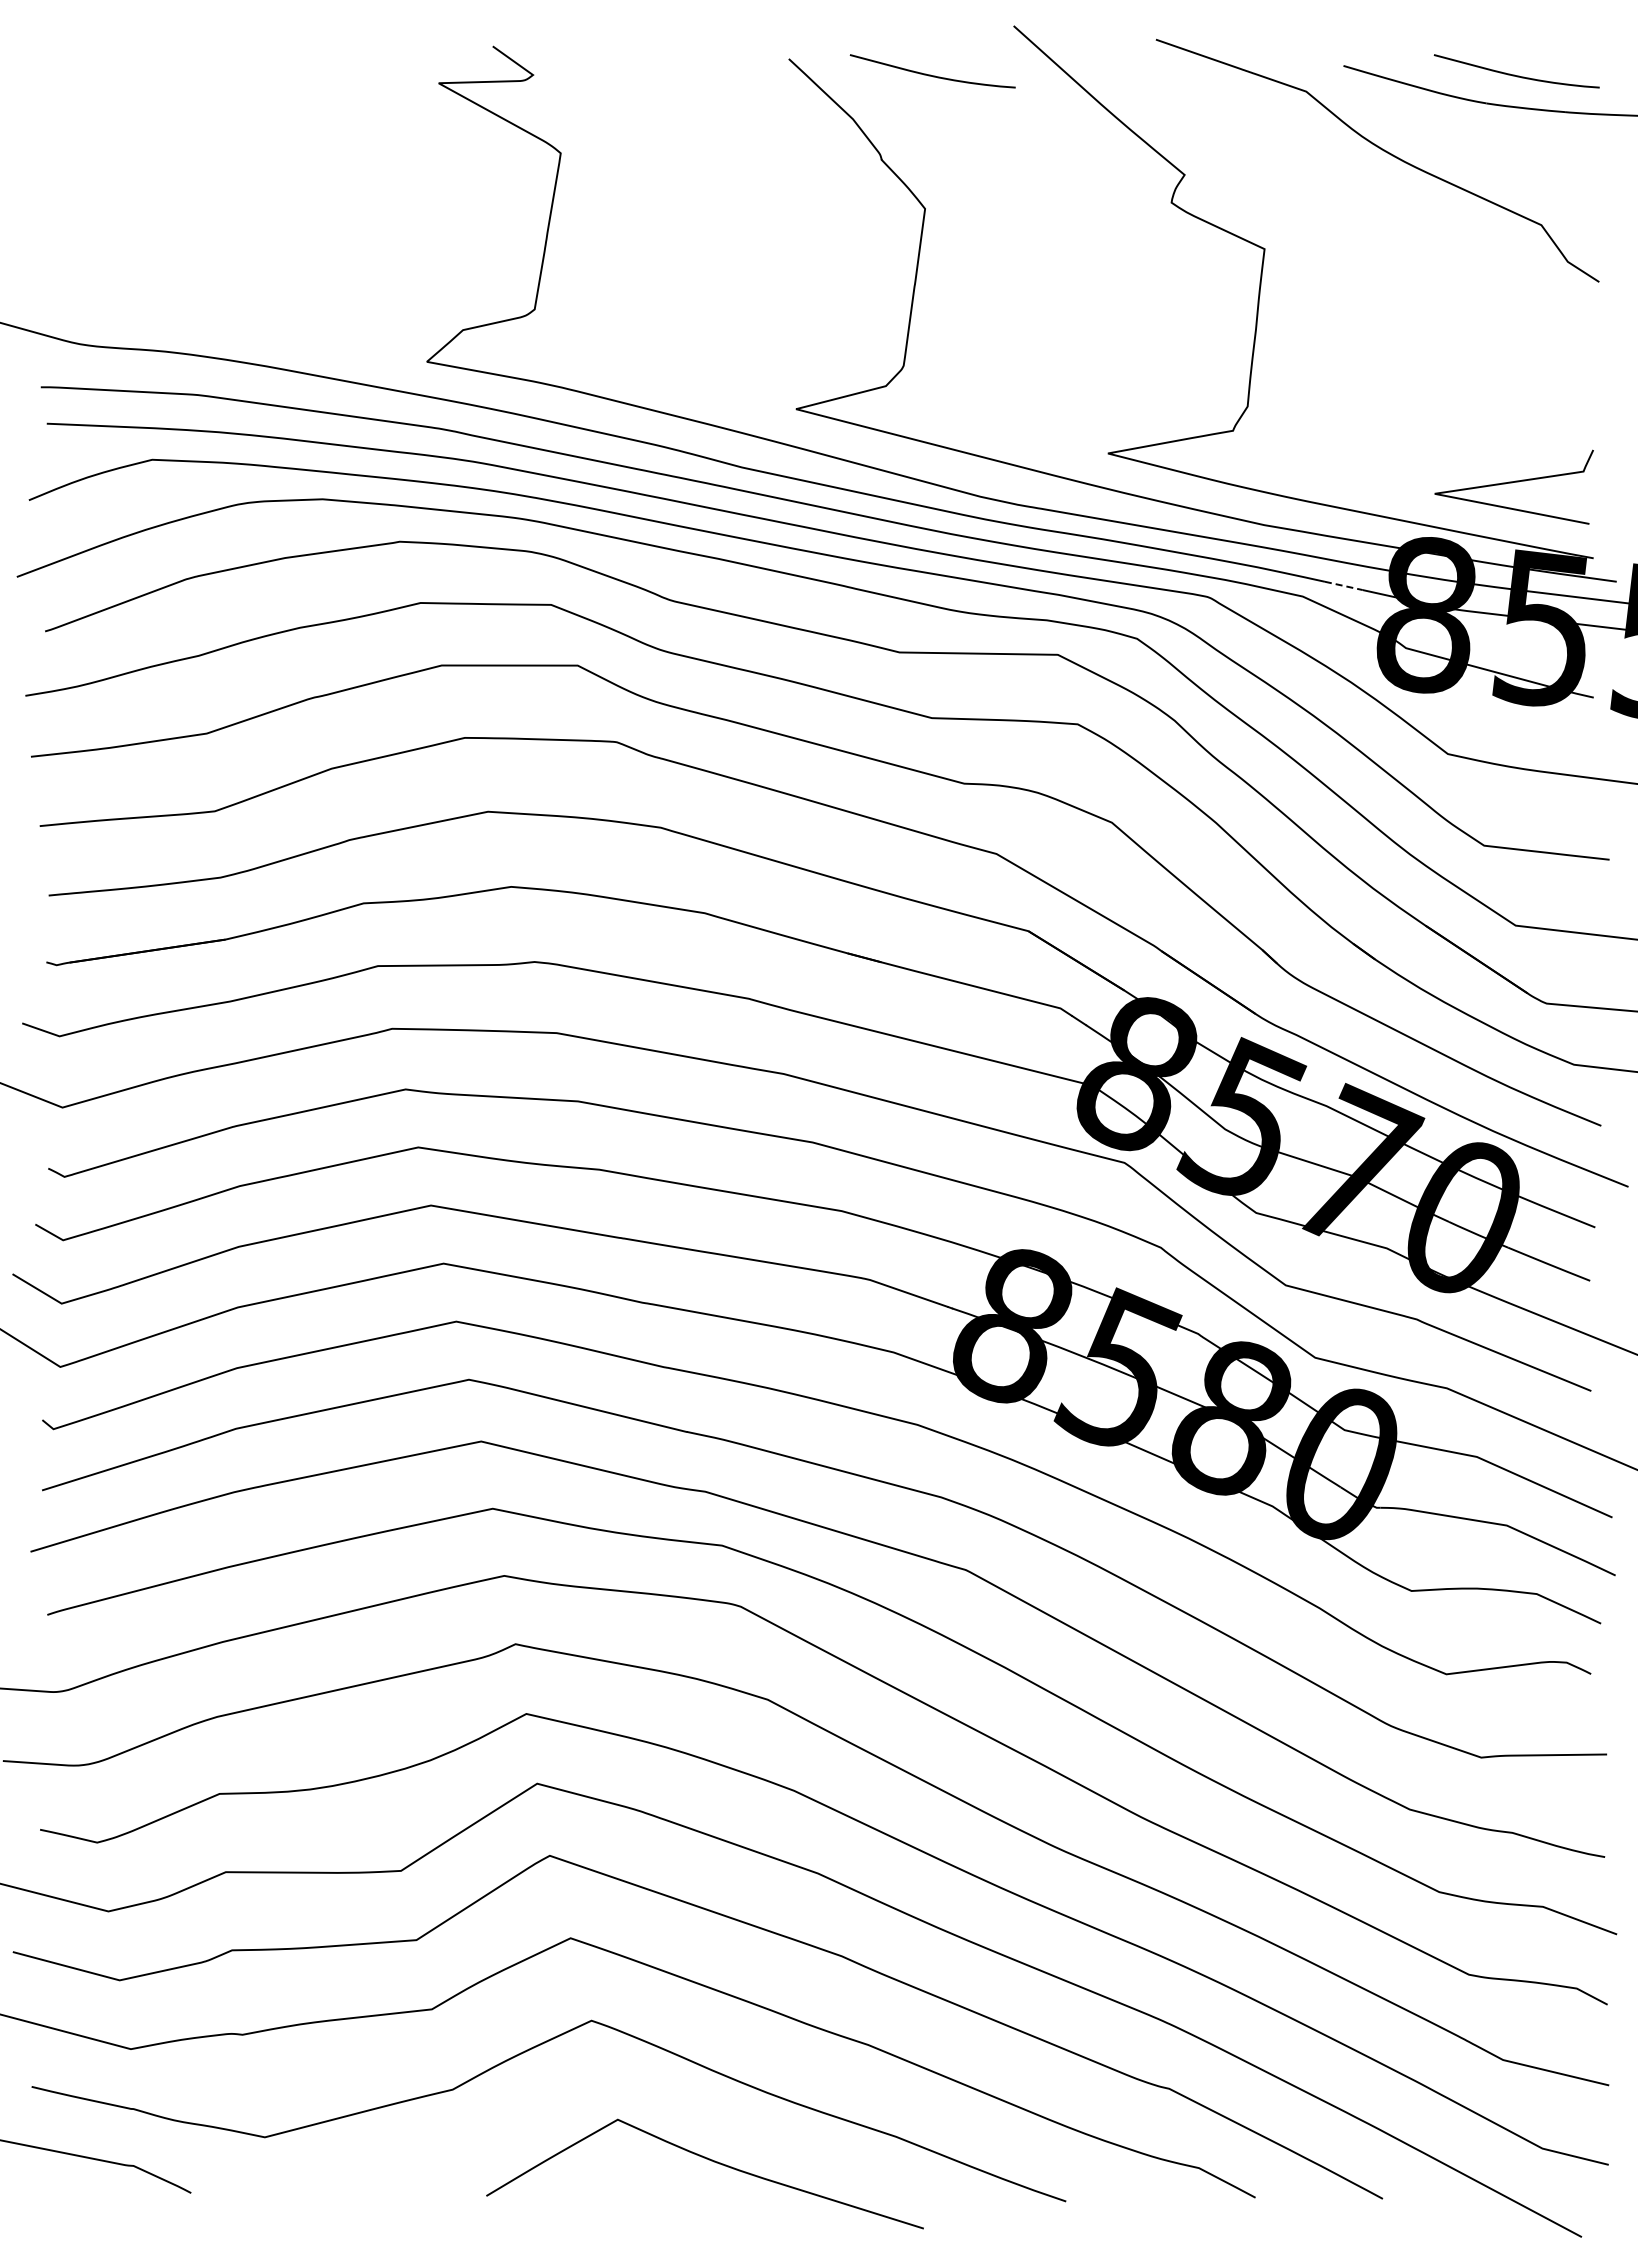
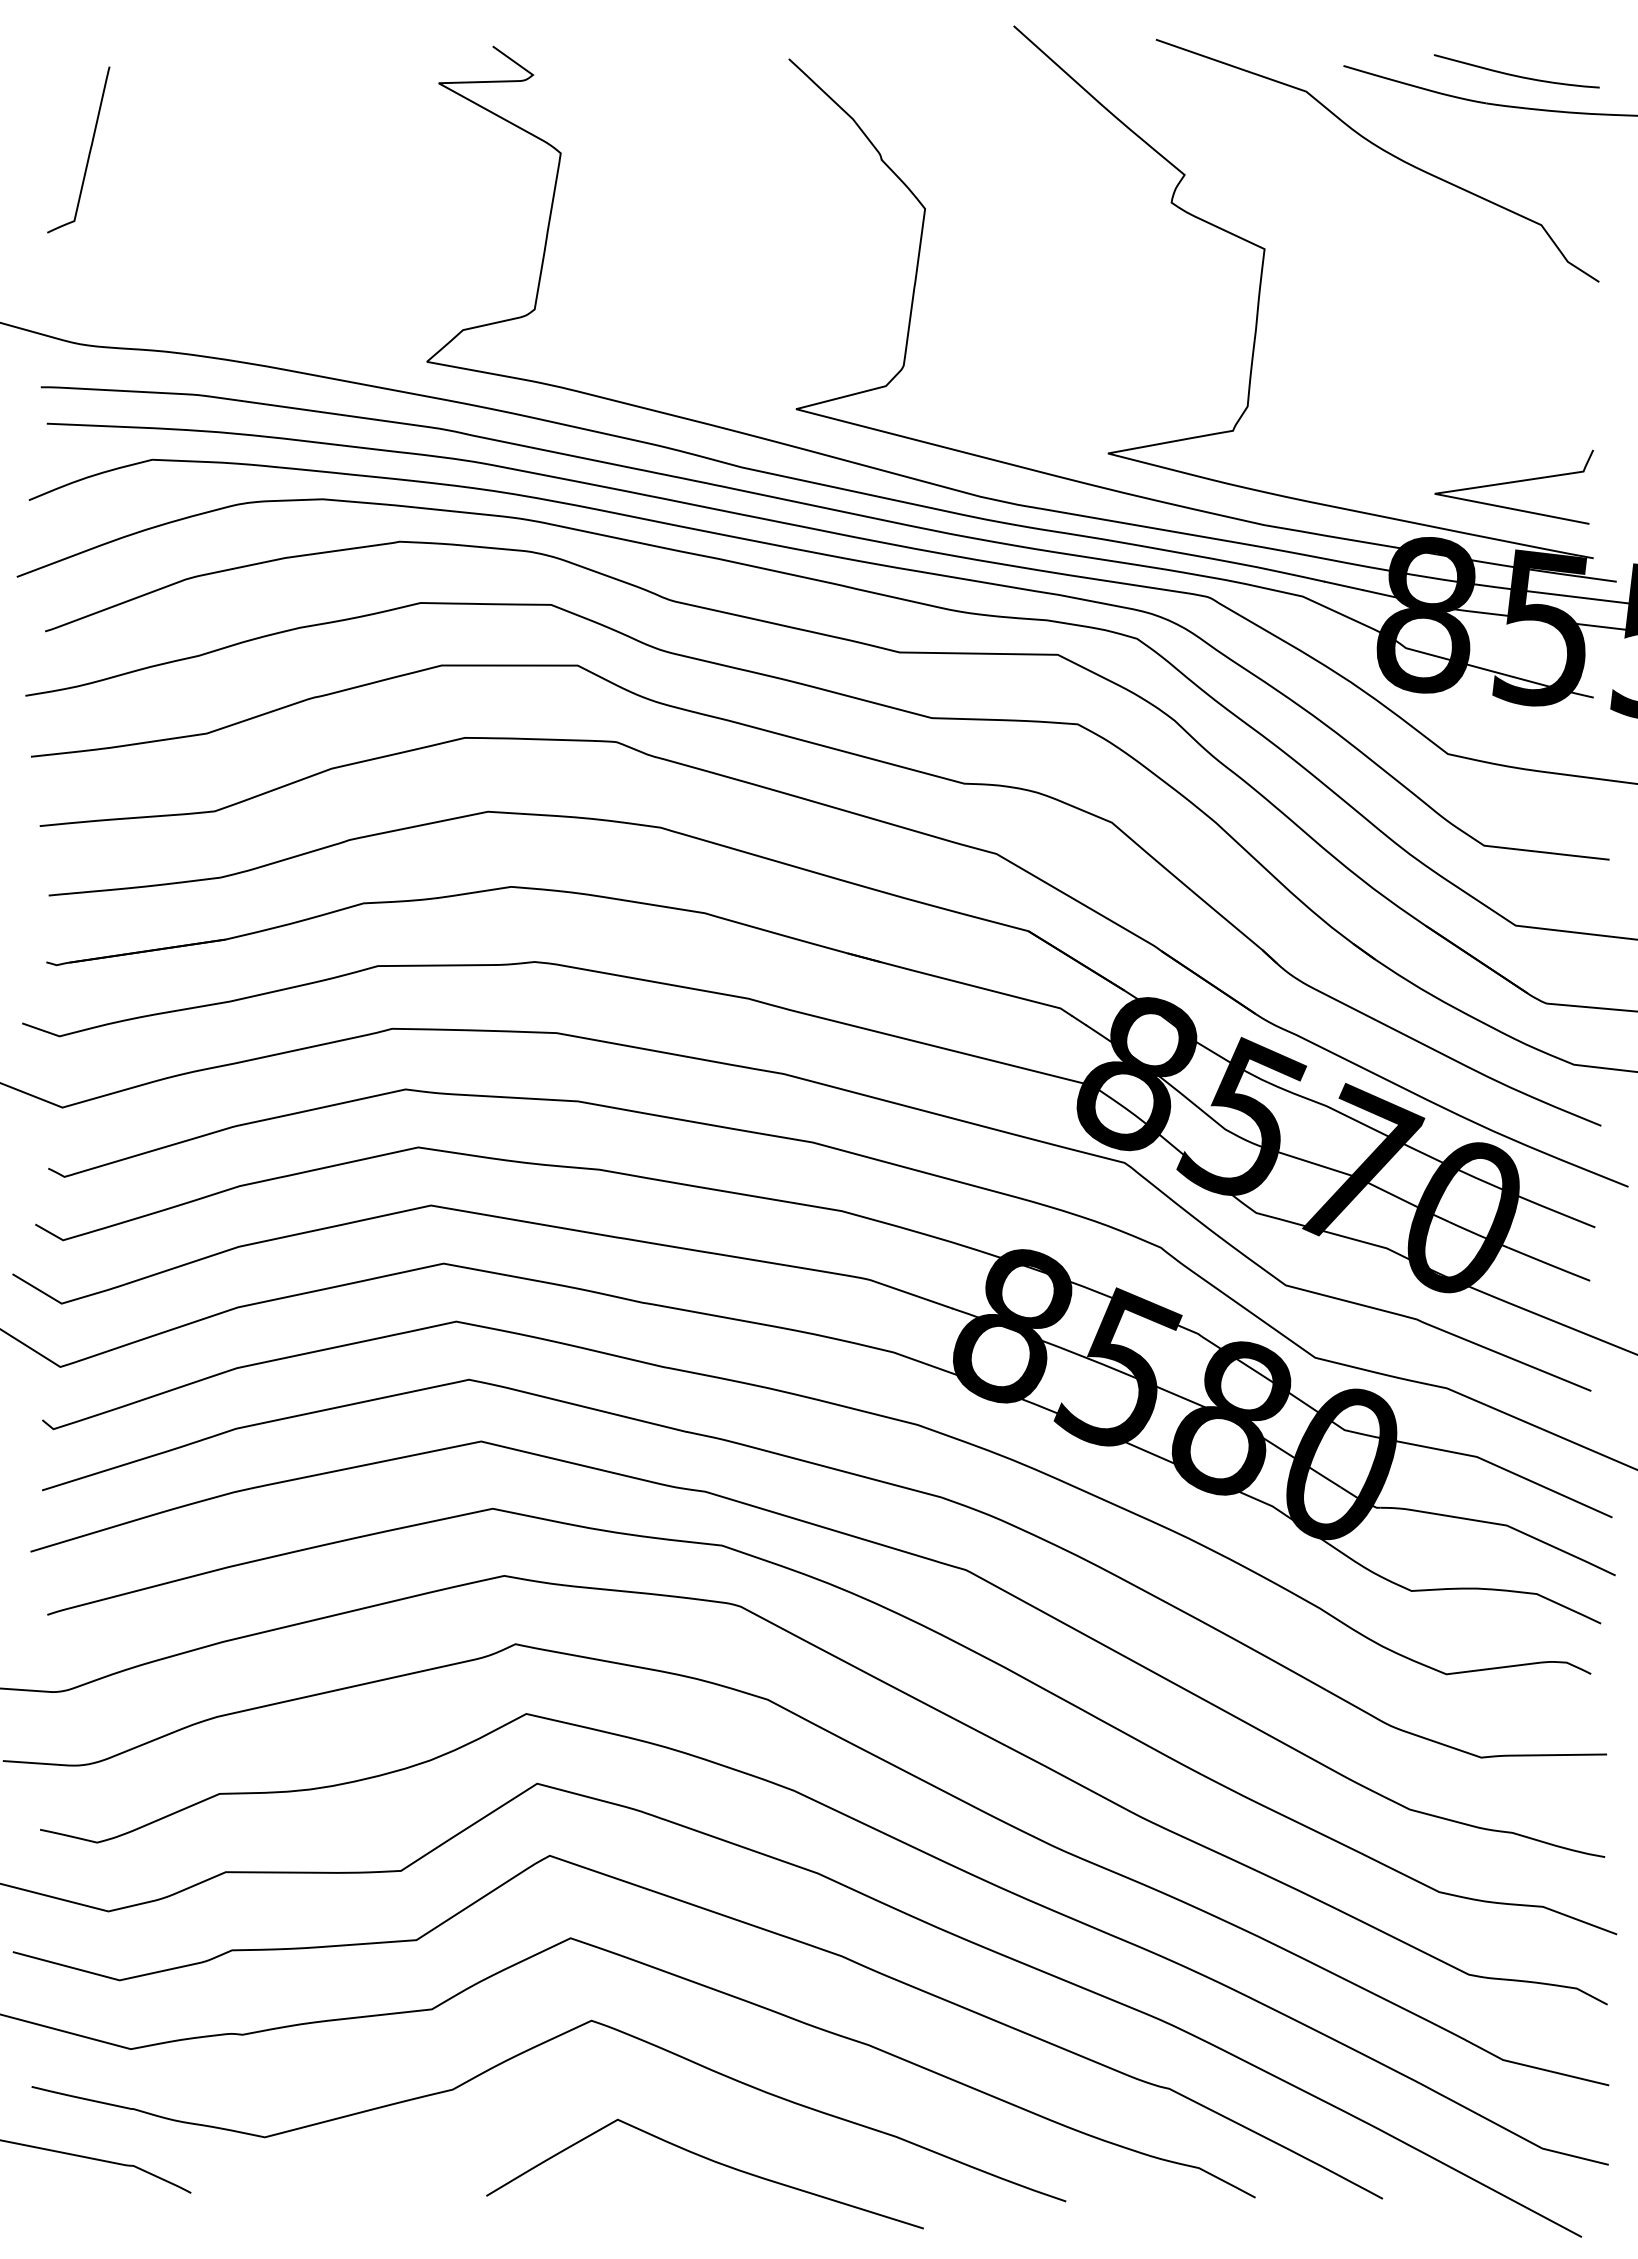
curve at (930, 74): present -> none
curve at (88, 153): none -> present
line at (1344, 586): dashed -> solid
